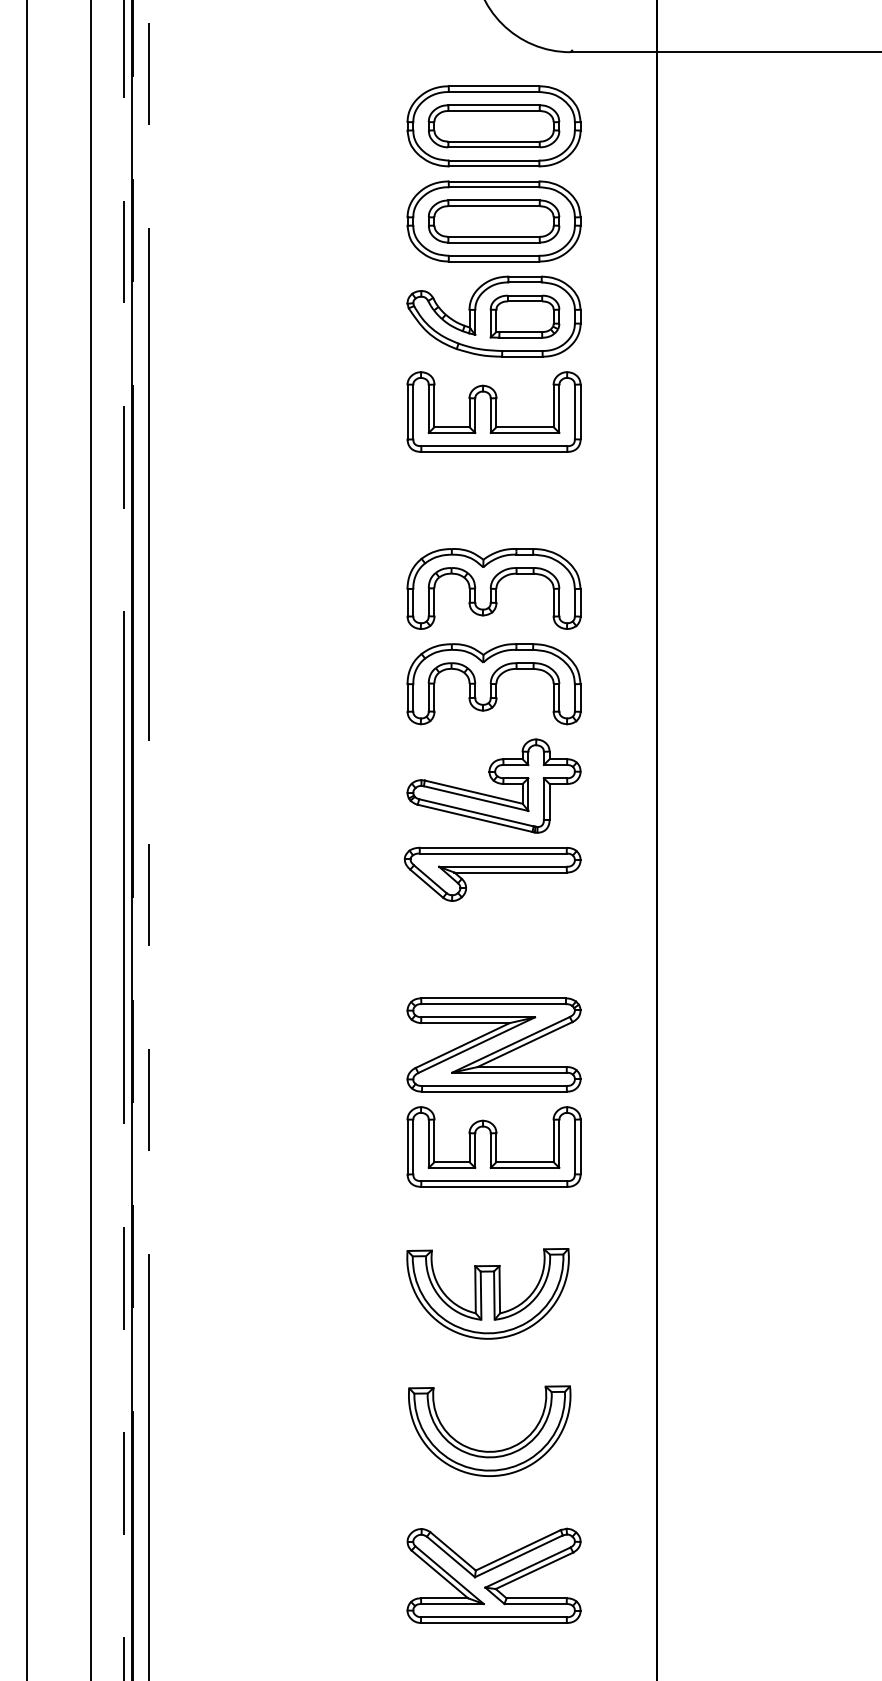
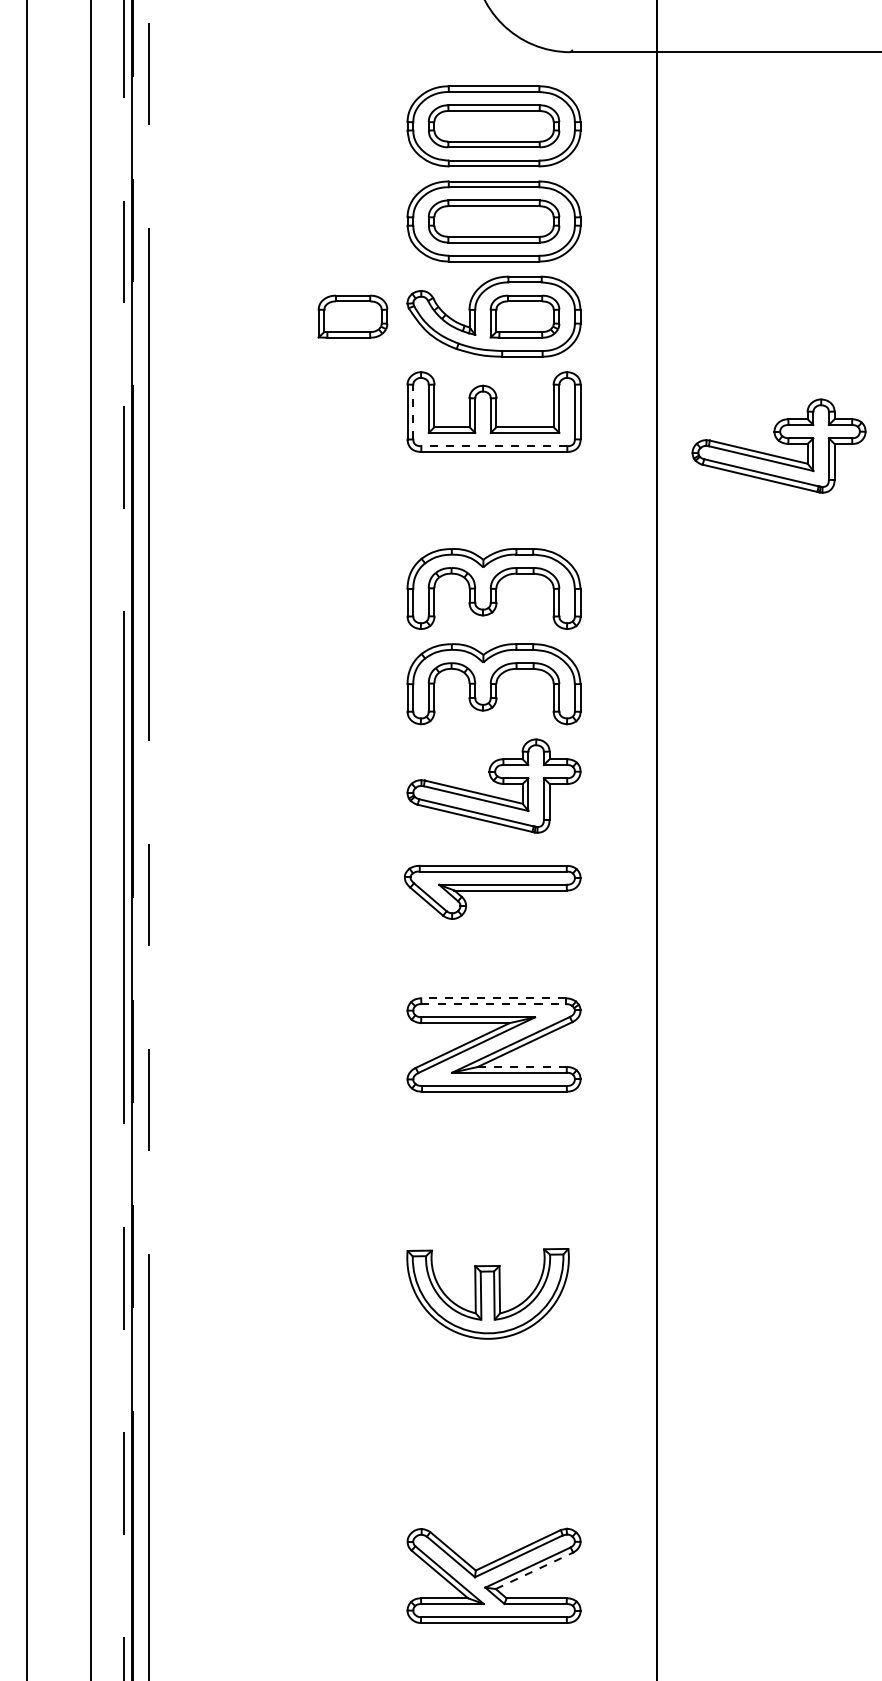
part at (352, 316): none -> present
line at (413, 411): solid -> dashed
part at (778, 445): none -> present
line at (494, 446): solid -> dashed
part at (492, 873) position: (492, 873) -> (492, 891)
line at (493, 998): solid -> dashed
line at (494, 1004): solid -> dashed
line at (522, 1067): solid -> dashed
part at (493, 1146): present -> none
part at (489, 1450): present -> none
line at (534, 1570): solid -> dashed
